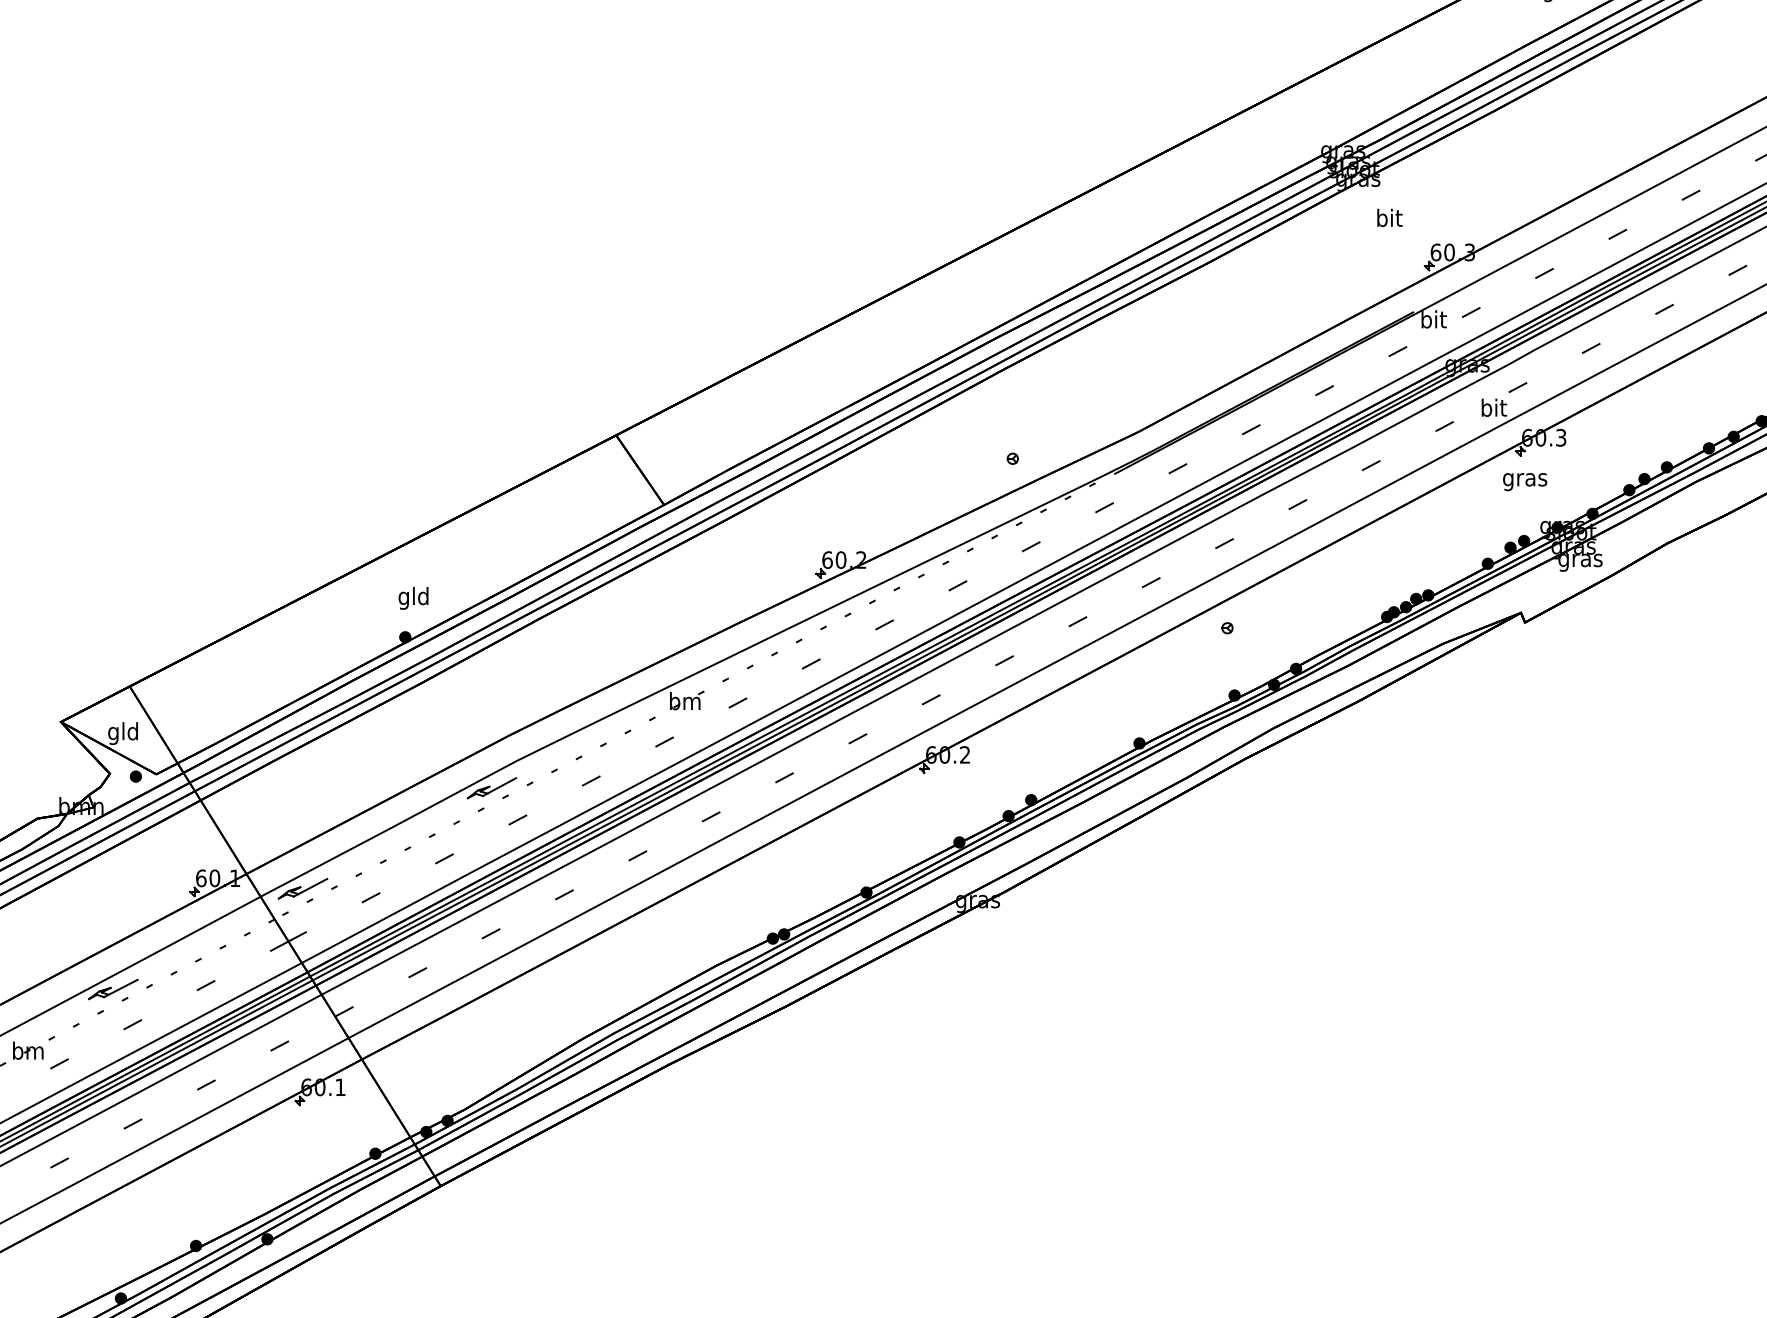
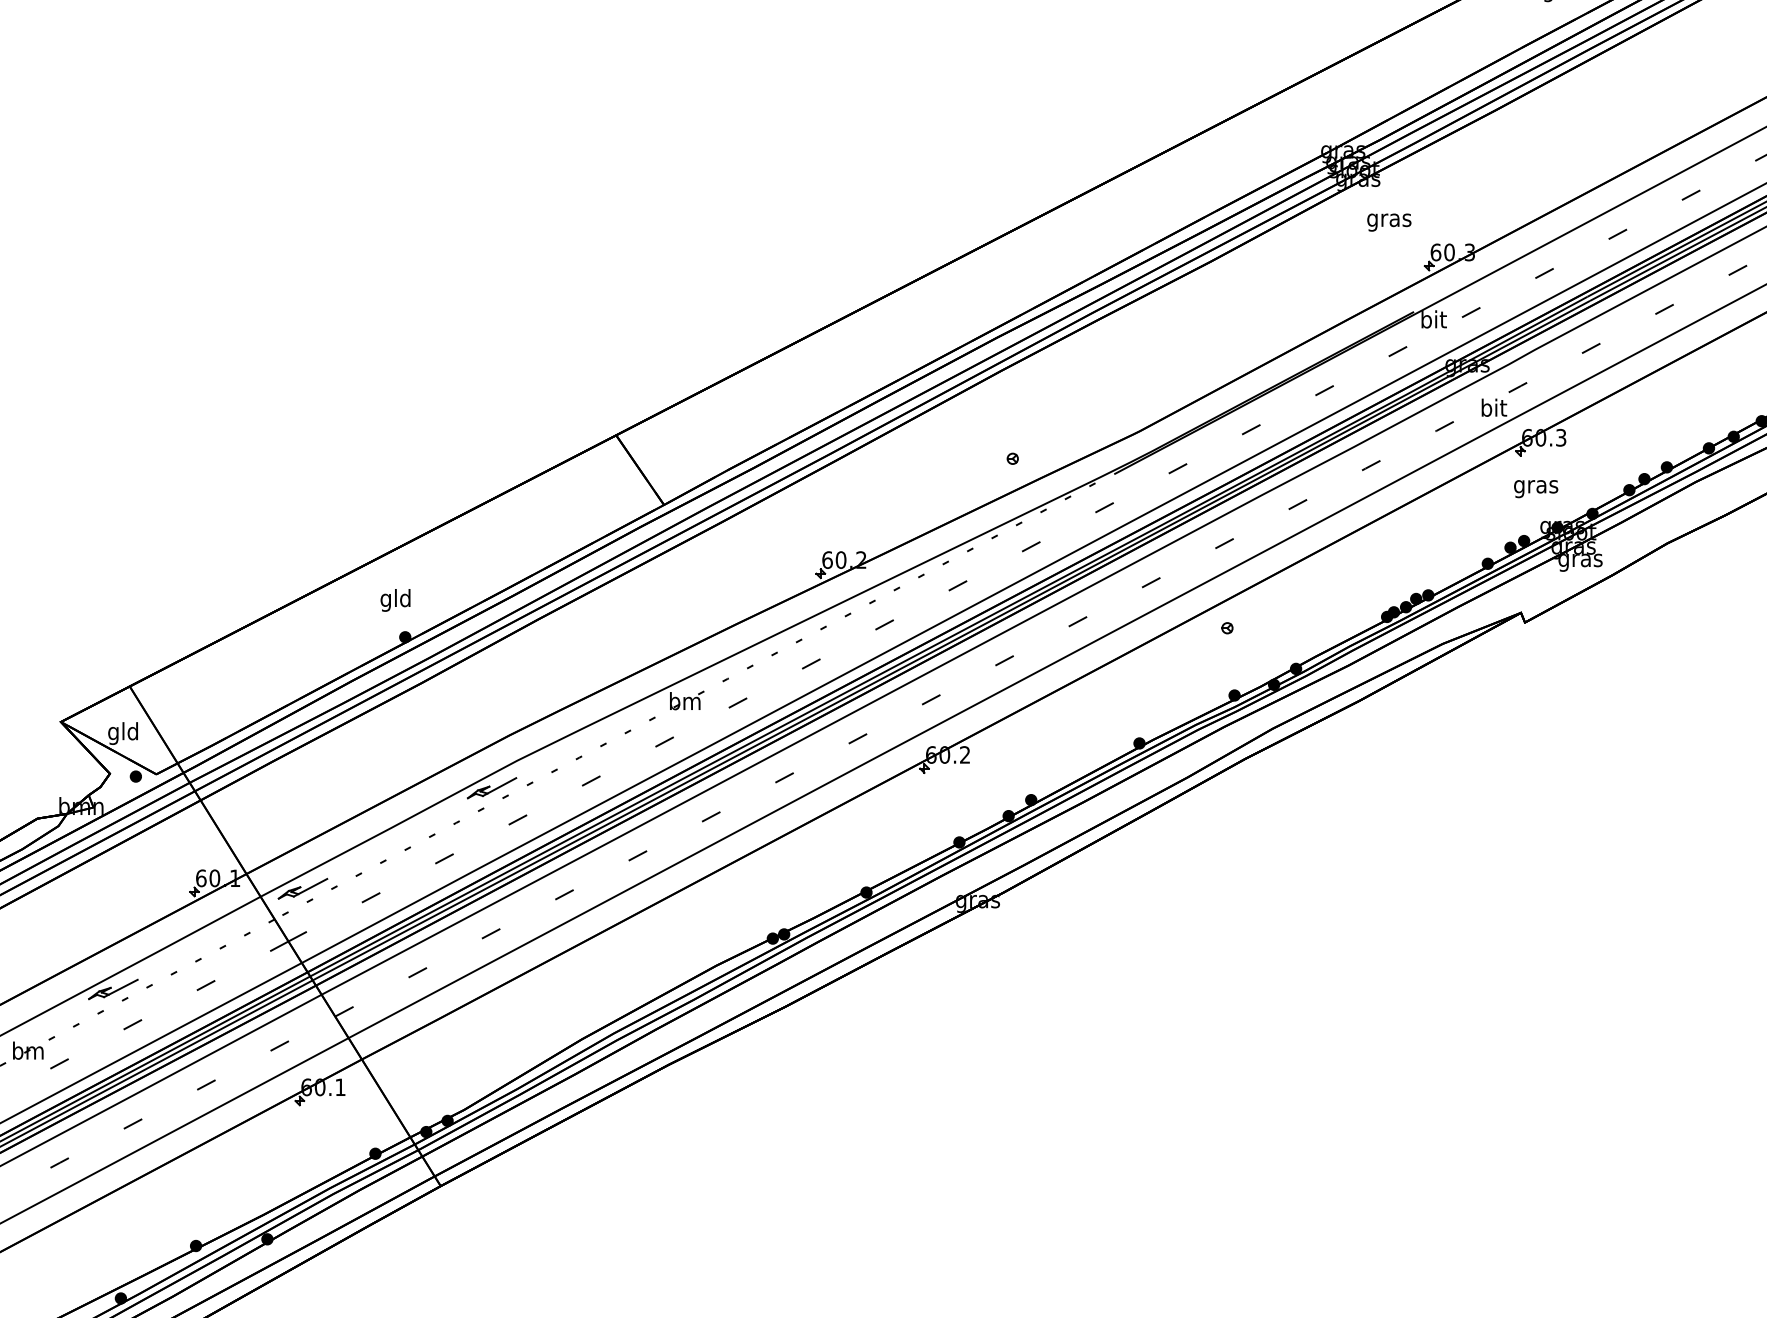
text at (1389, 219): bit -> gras
text at (1525, 482) position: (1525, 482) -> (1536, 489)
text at (413, 598) position: (413, 598) -> (395, 600)
